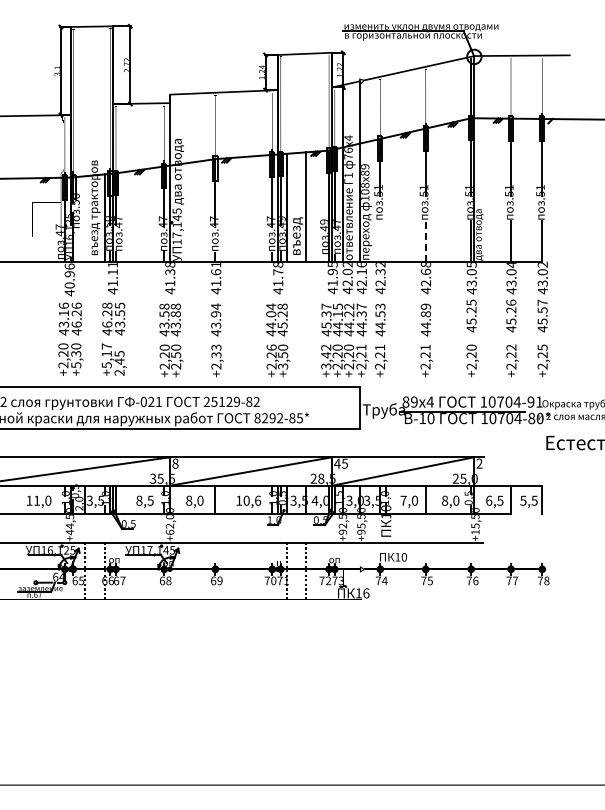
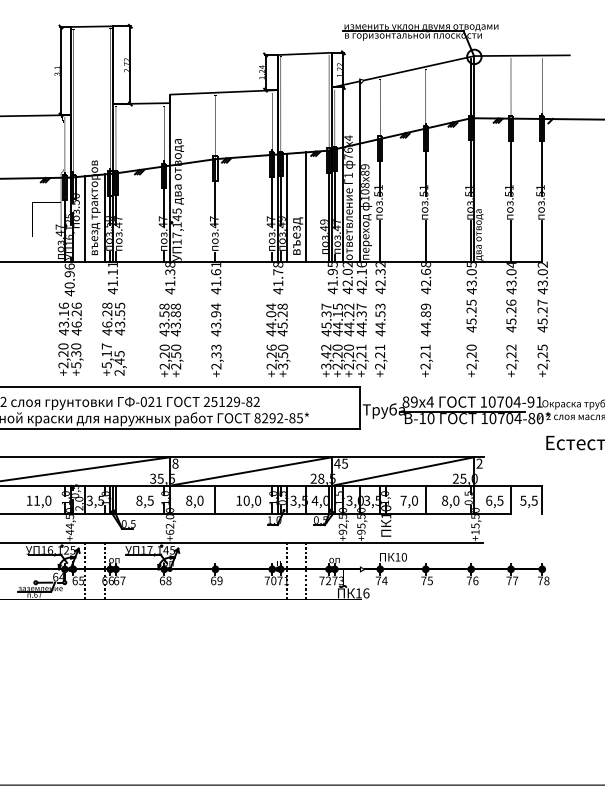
line at (84, 218): none -> present
line at (380, 240): none -> present
line at (425, 240): dashed -> solid
text at (542, 310): 45.57 -> 45.27
text at (258, 500): 10,6 -> 10,0
